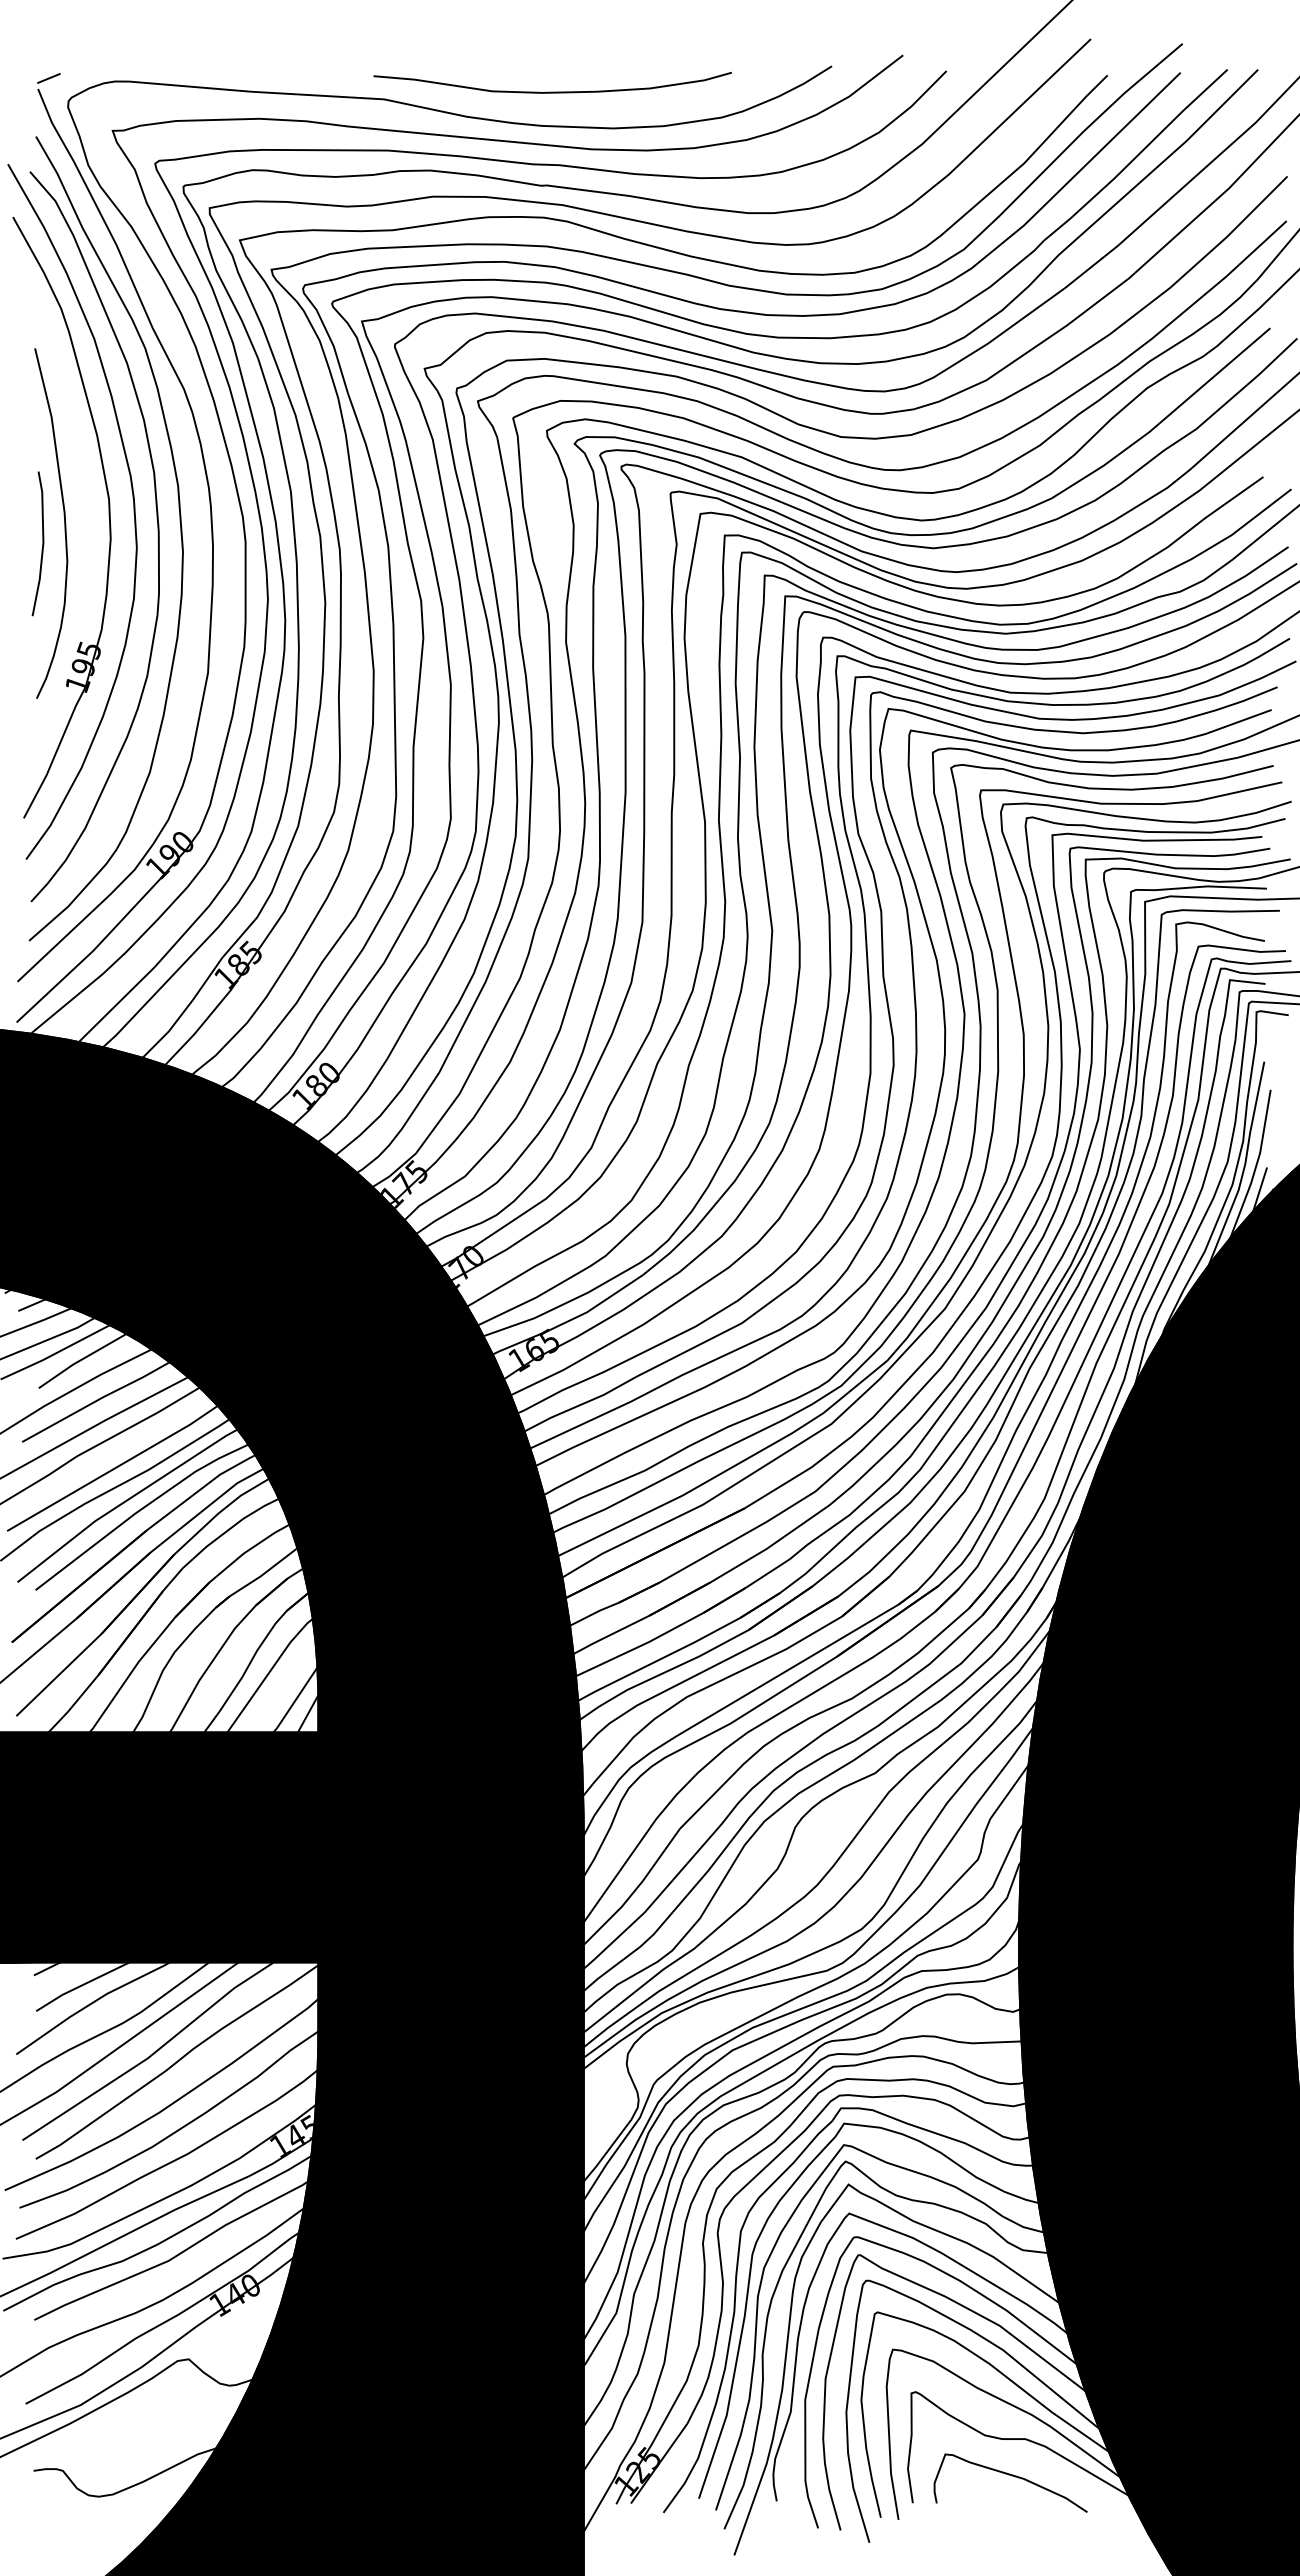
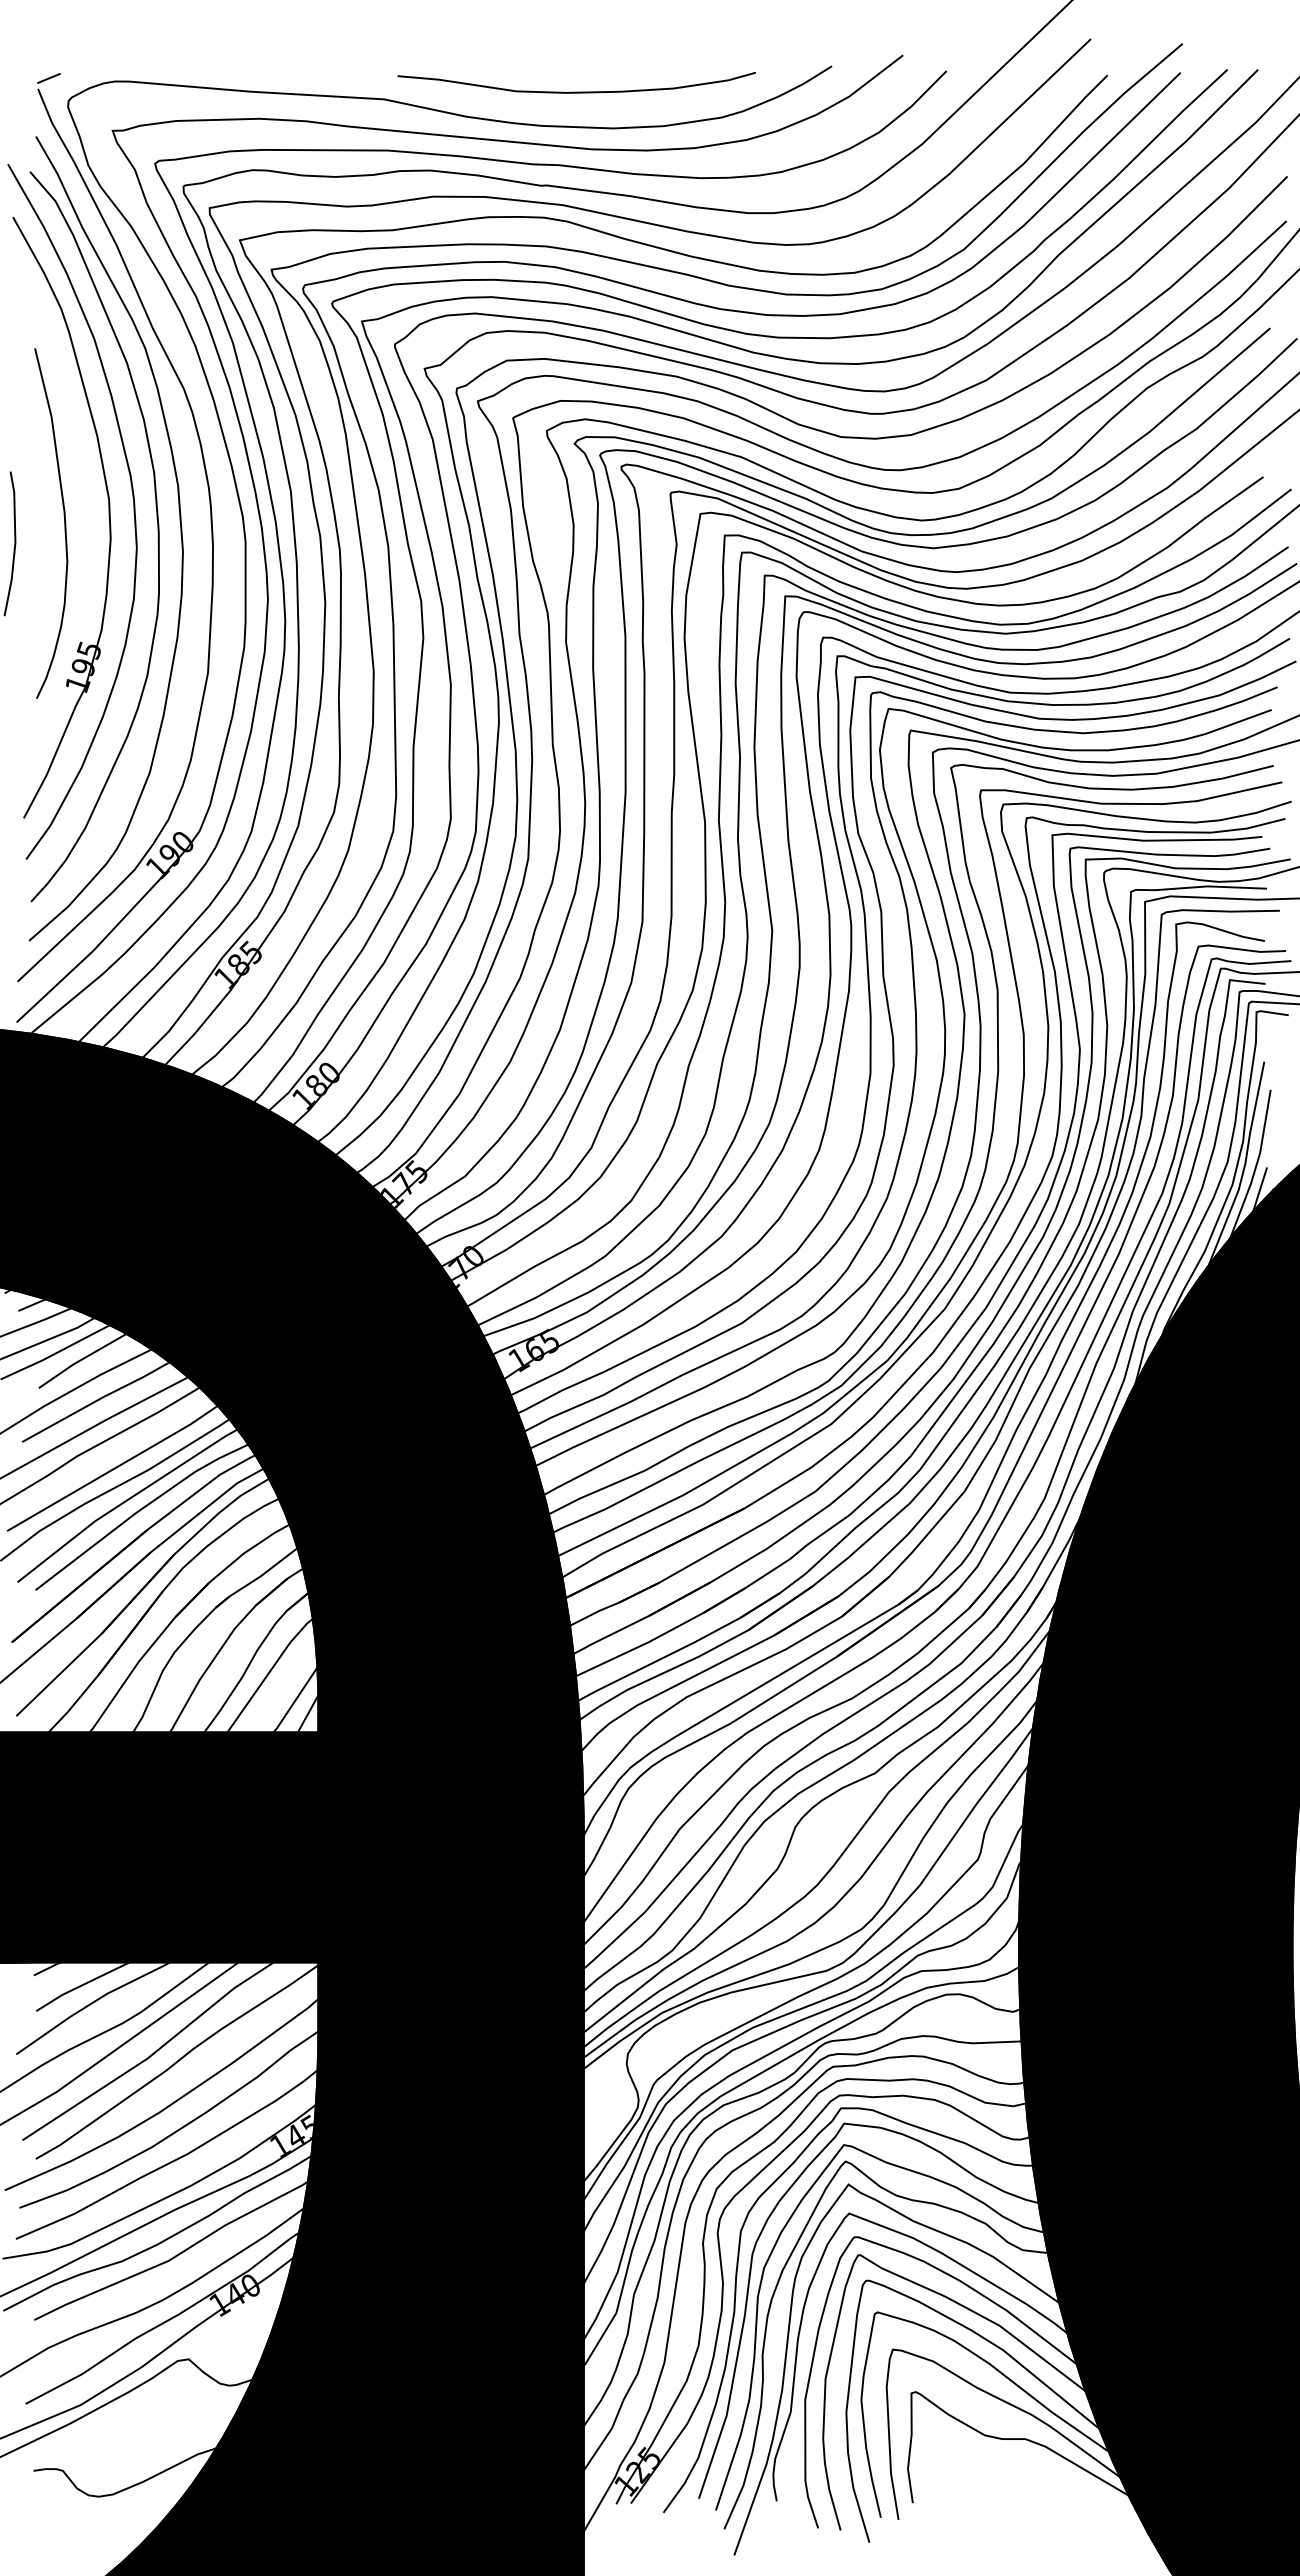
curve at (552, 91) position: (552, 91) -> (576, 91)
line at (42, 543) position: (42, 543) -> (14, 543)
curve at (1011, 2476): present -> none
